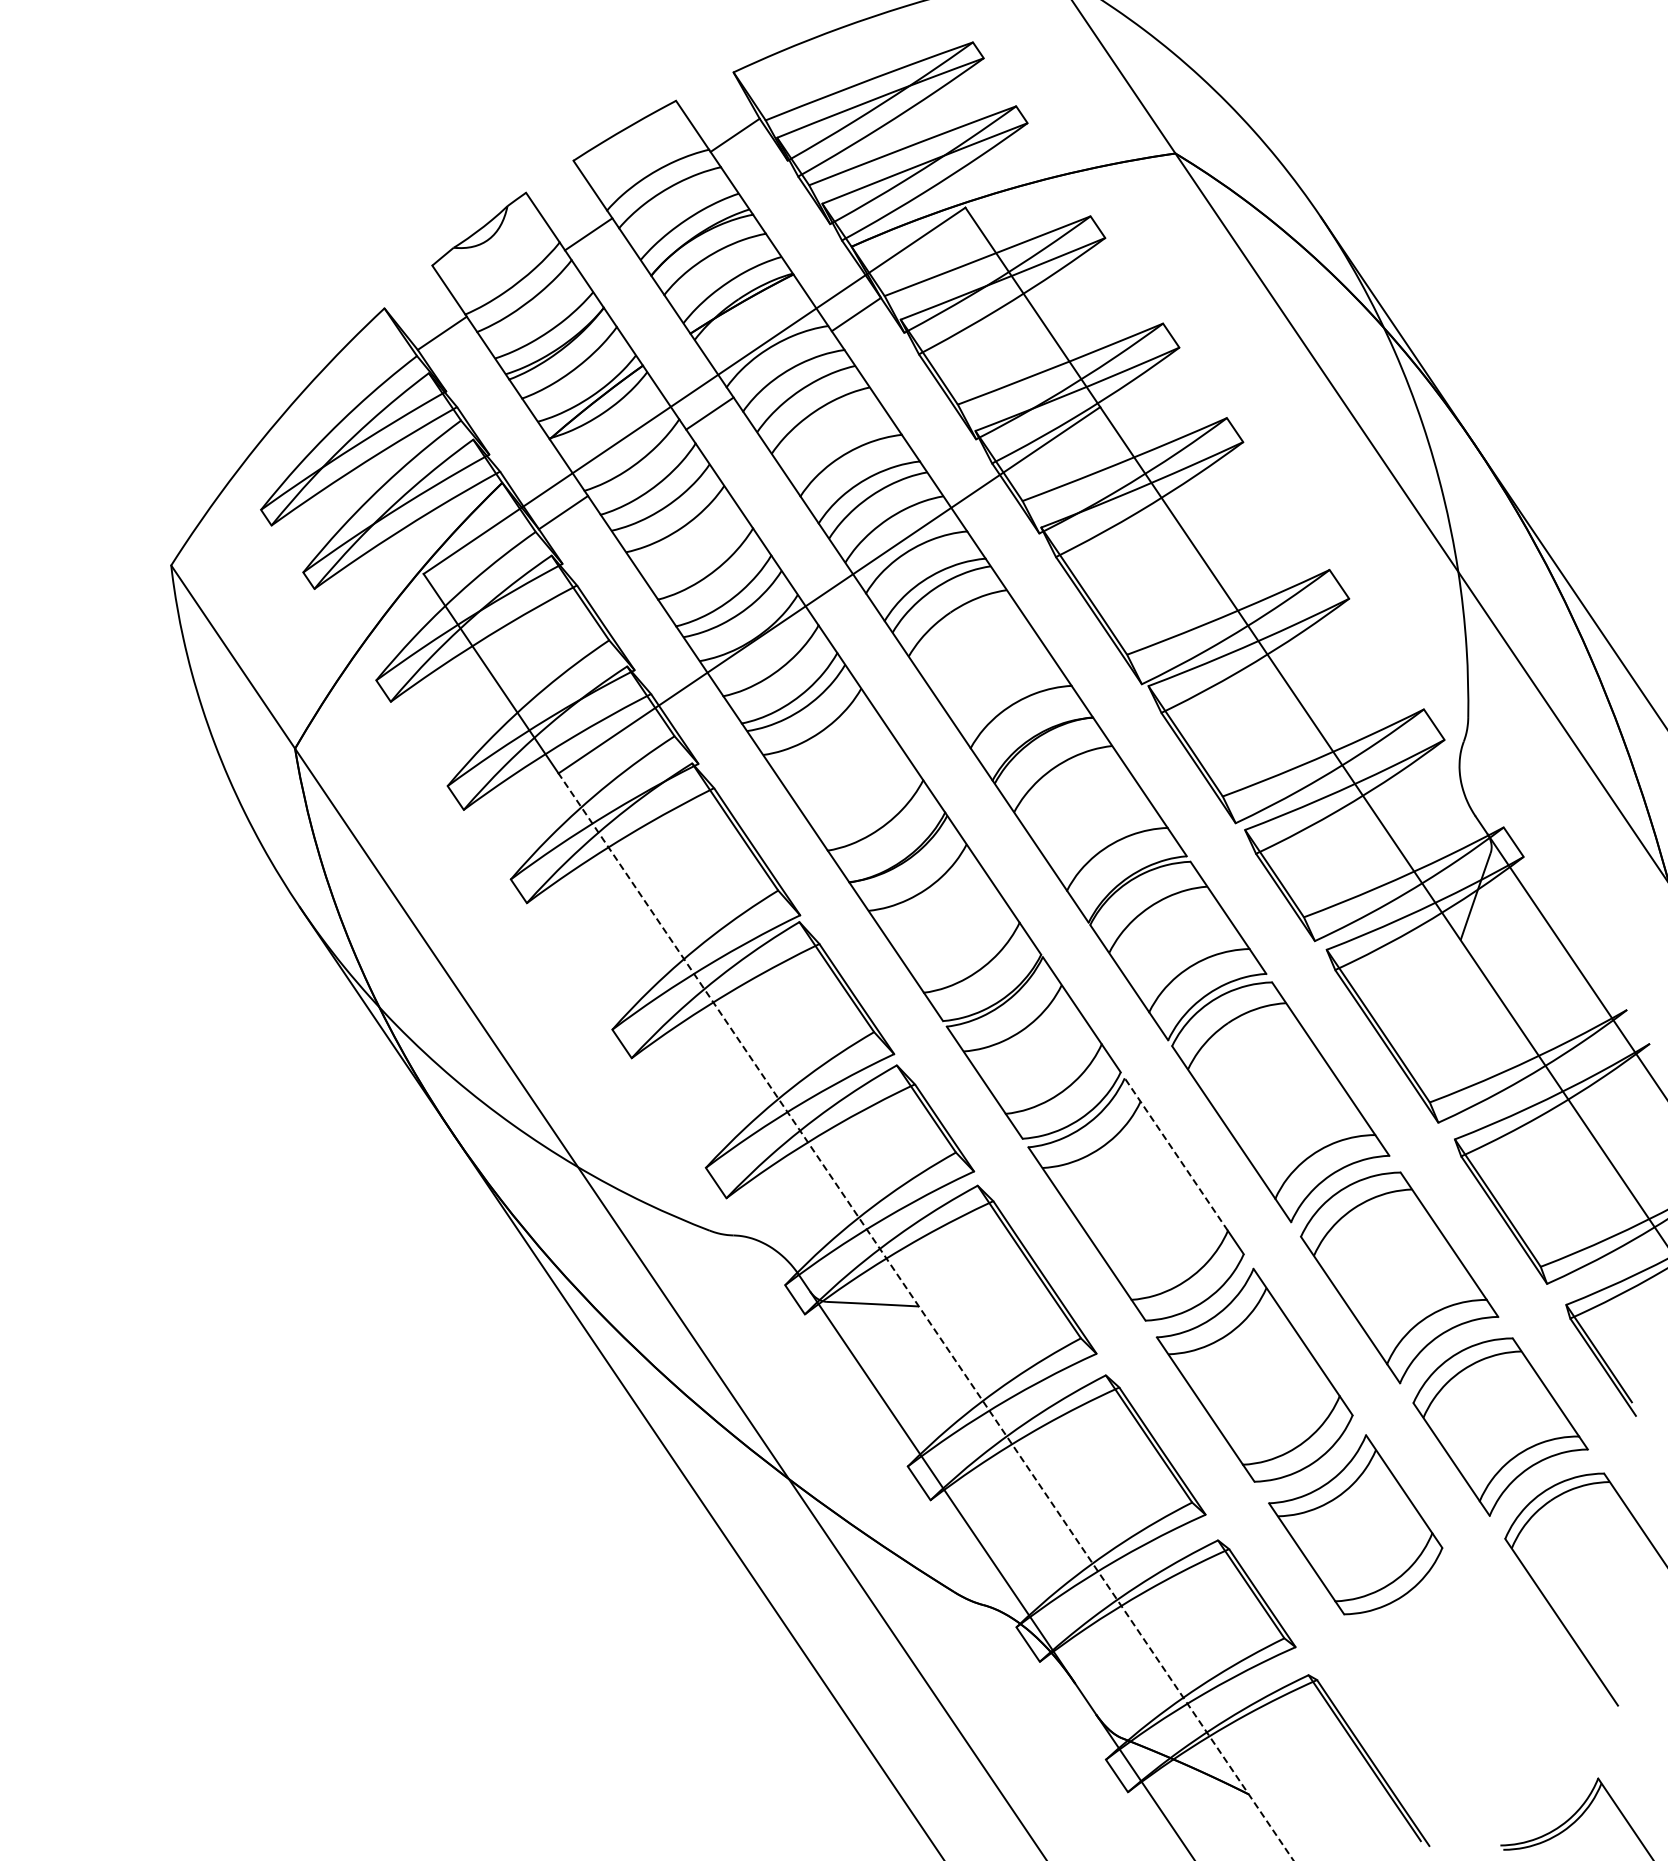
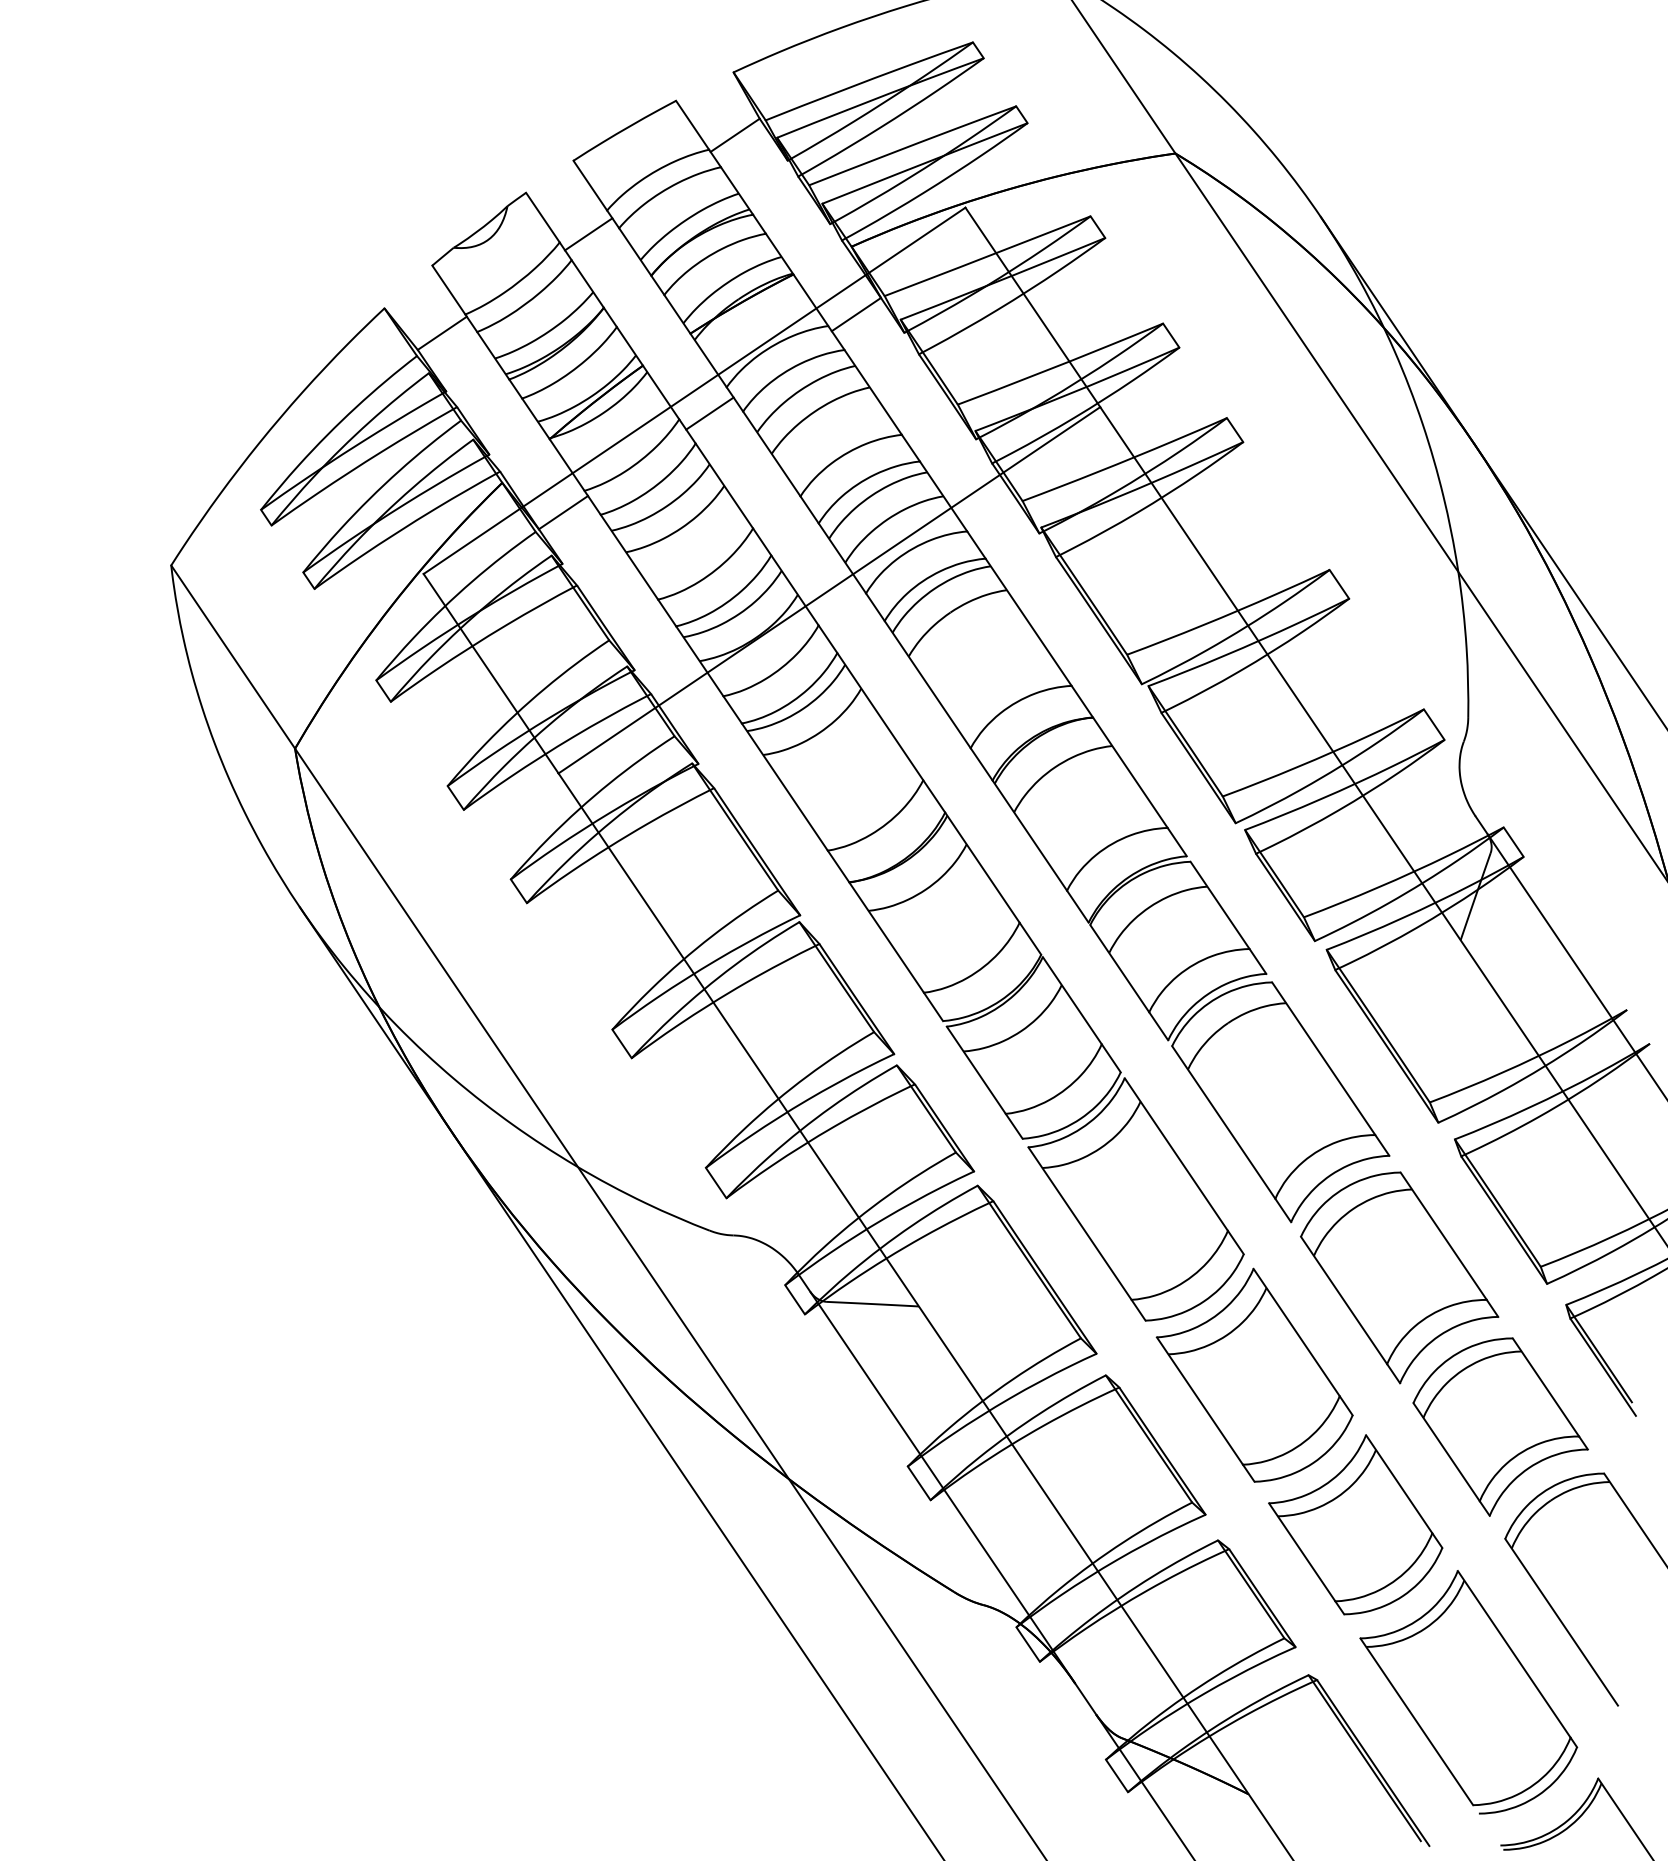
line at (1176, 1154): dashed -> solid
line at (925, 1316): dashed -> solid
part at (1468, 1692): none -> present
